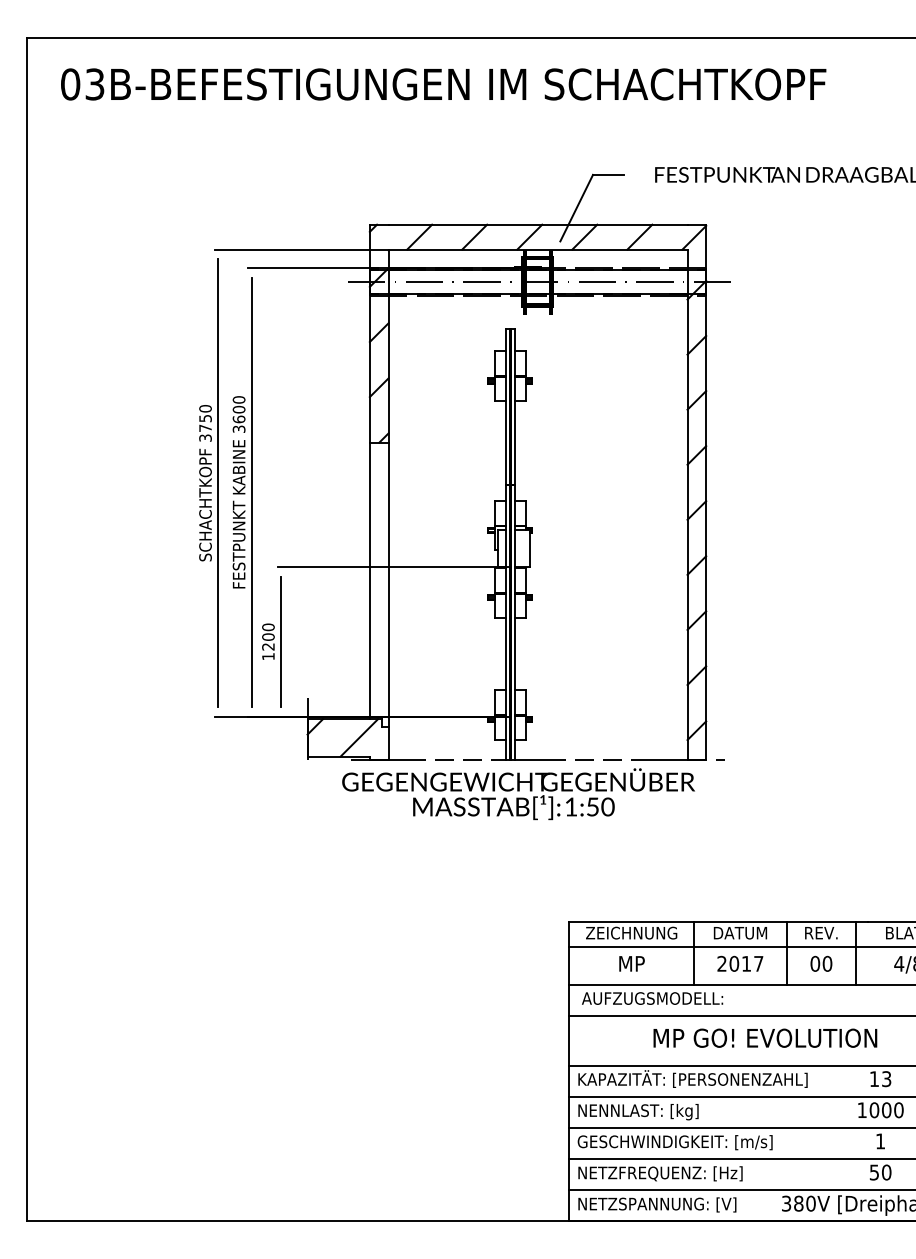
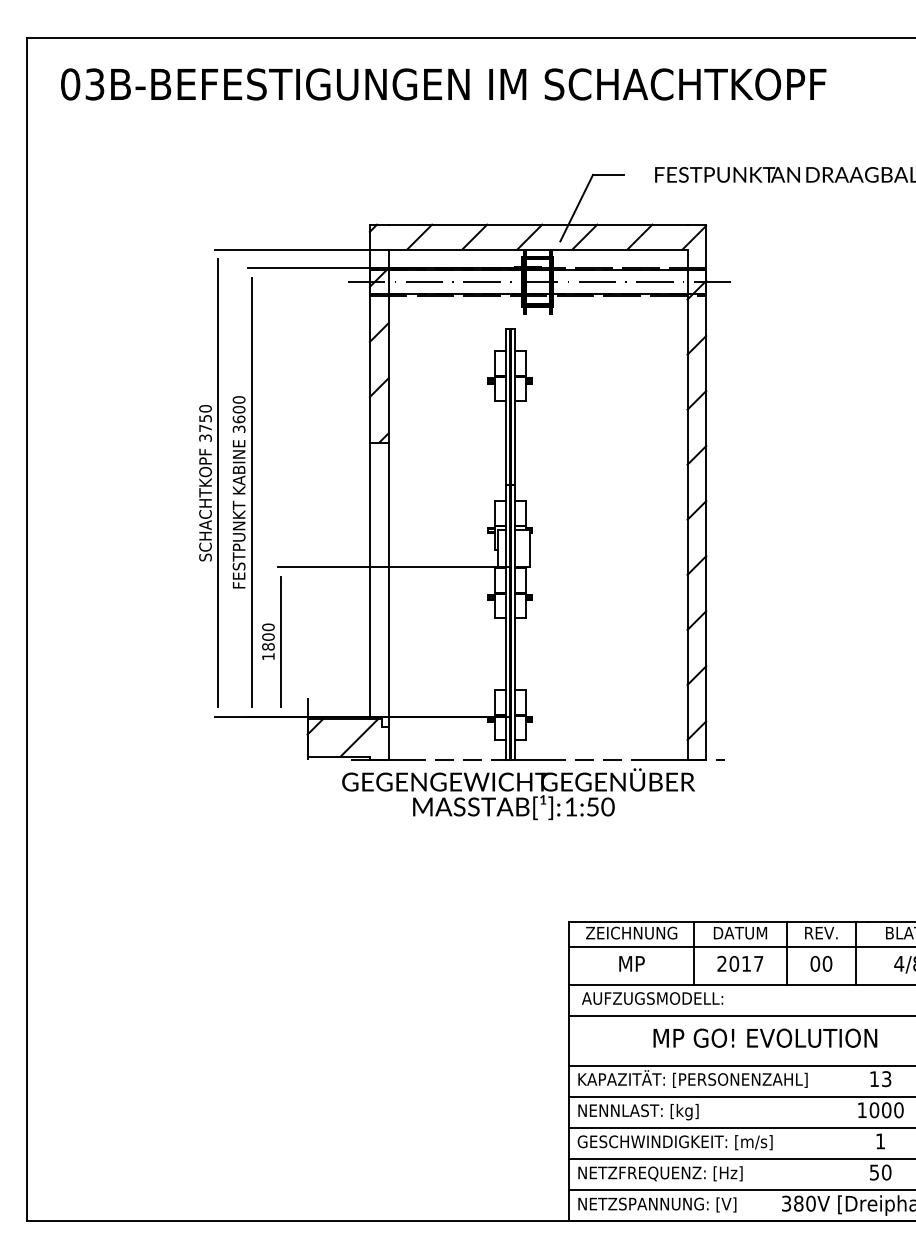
text at (268, 646): 1200 -> 1800
